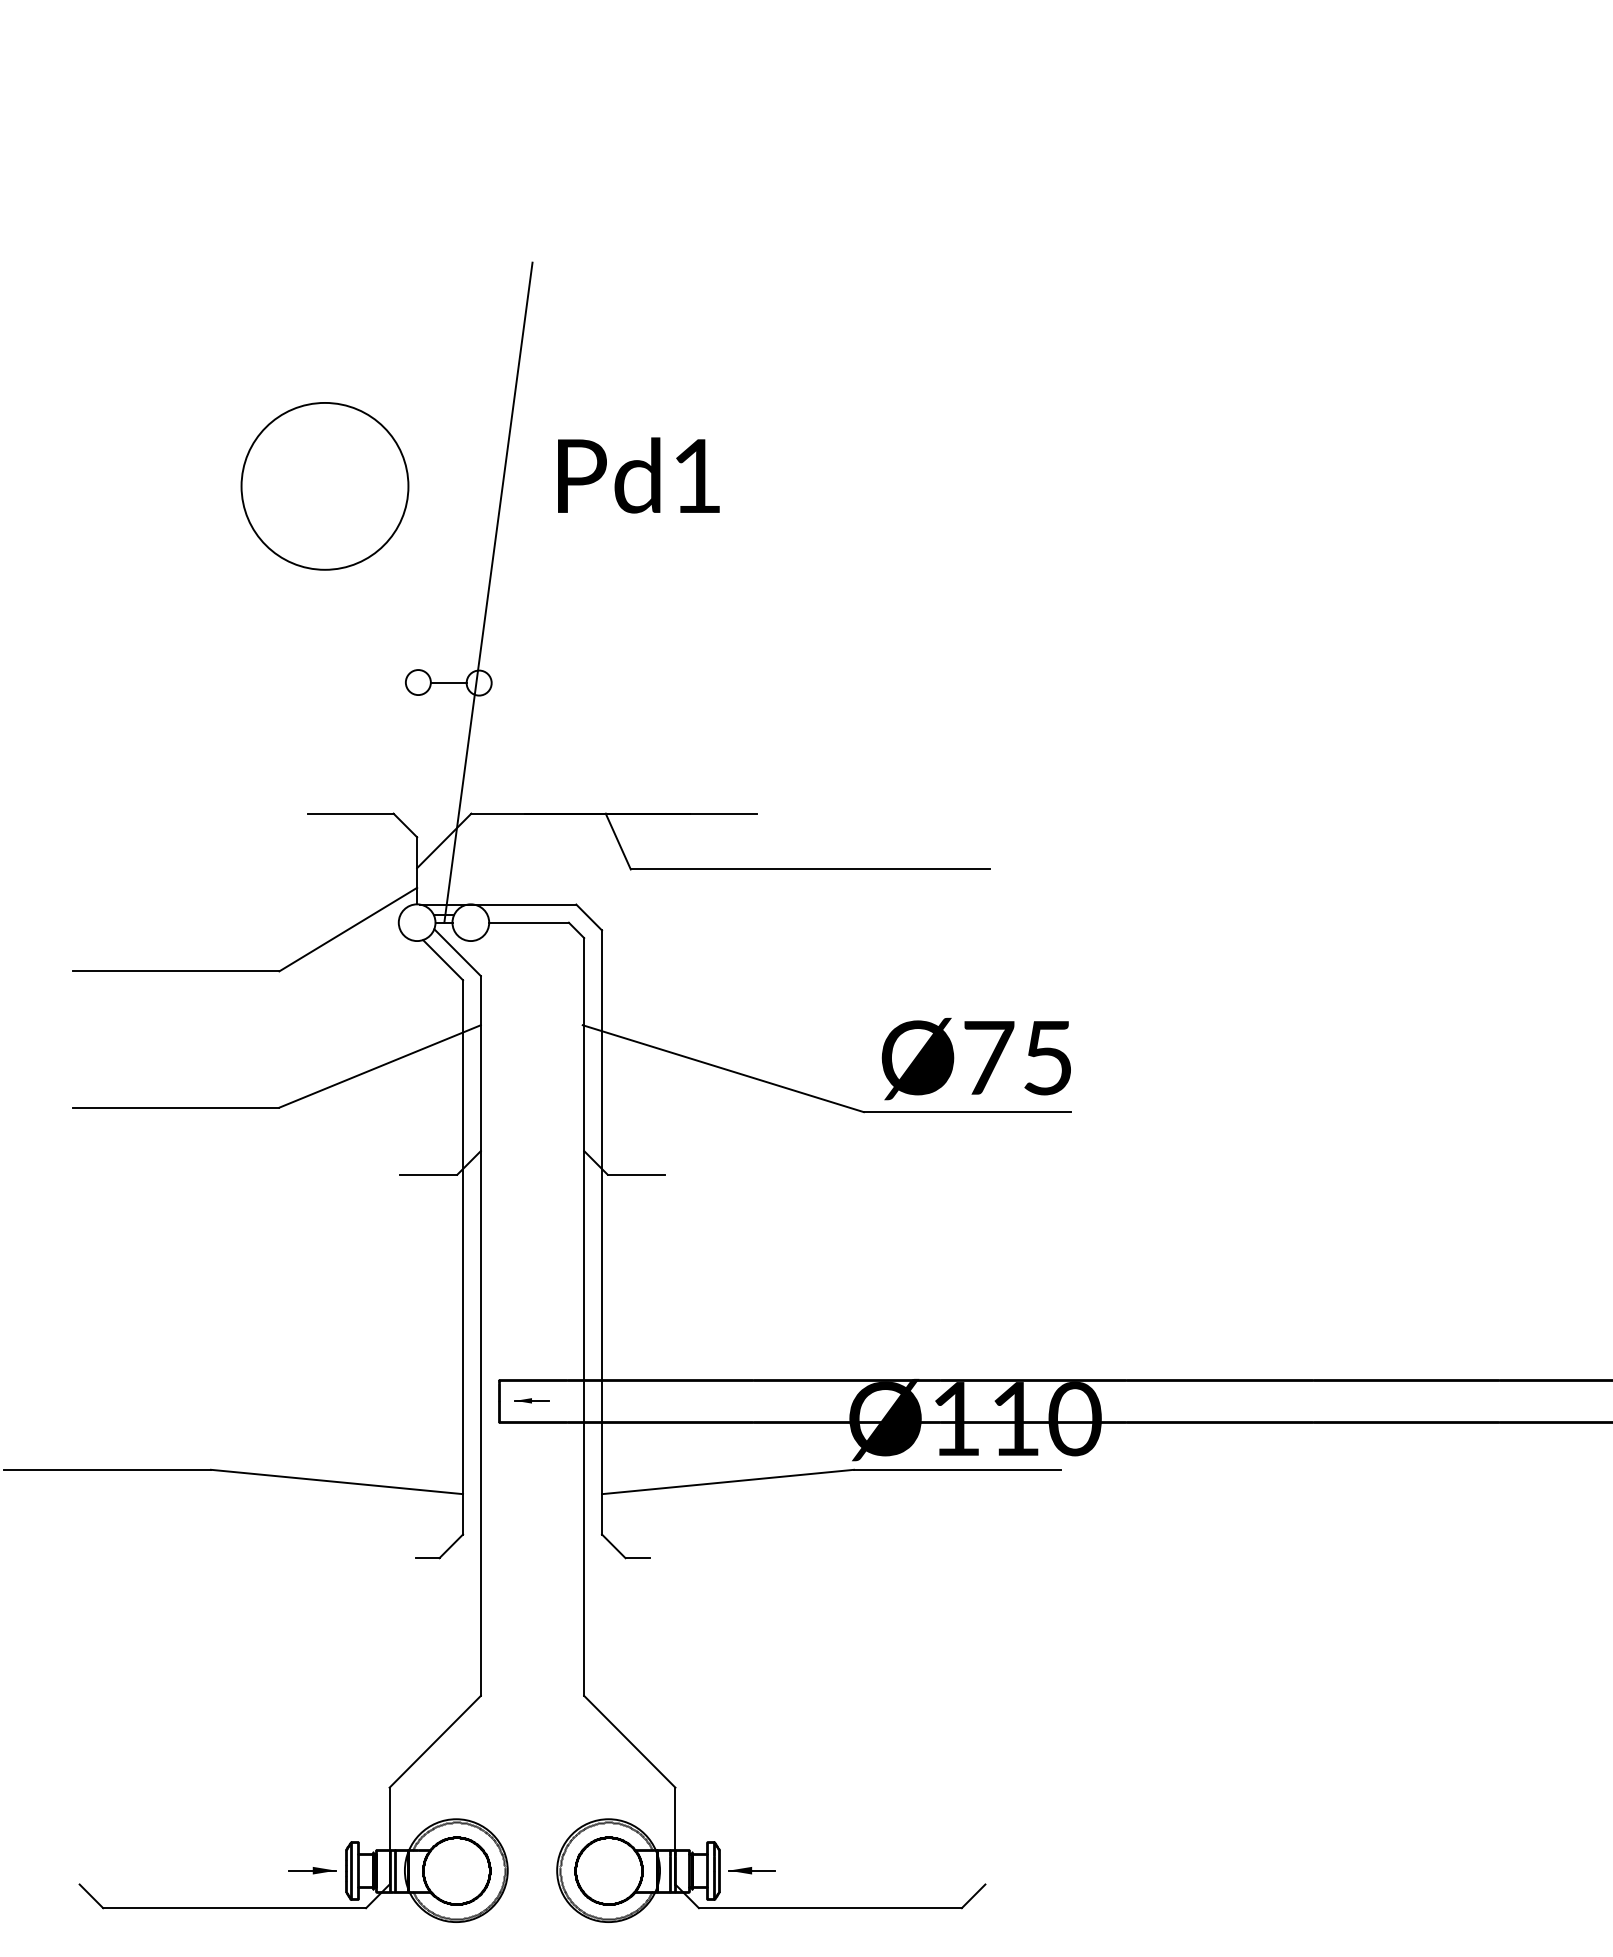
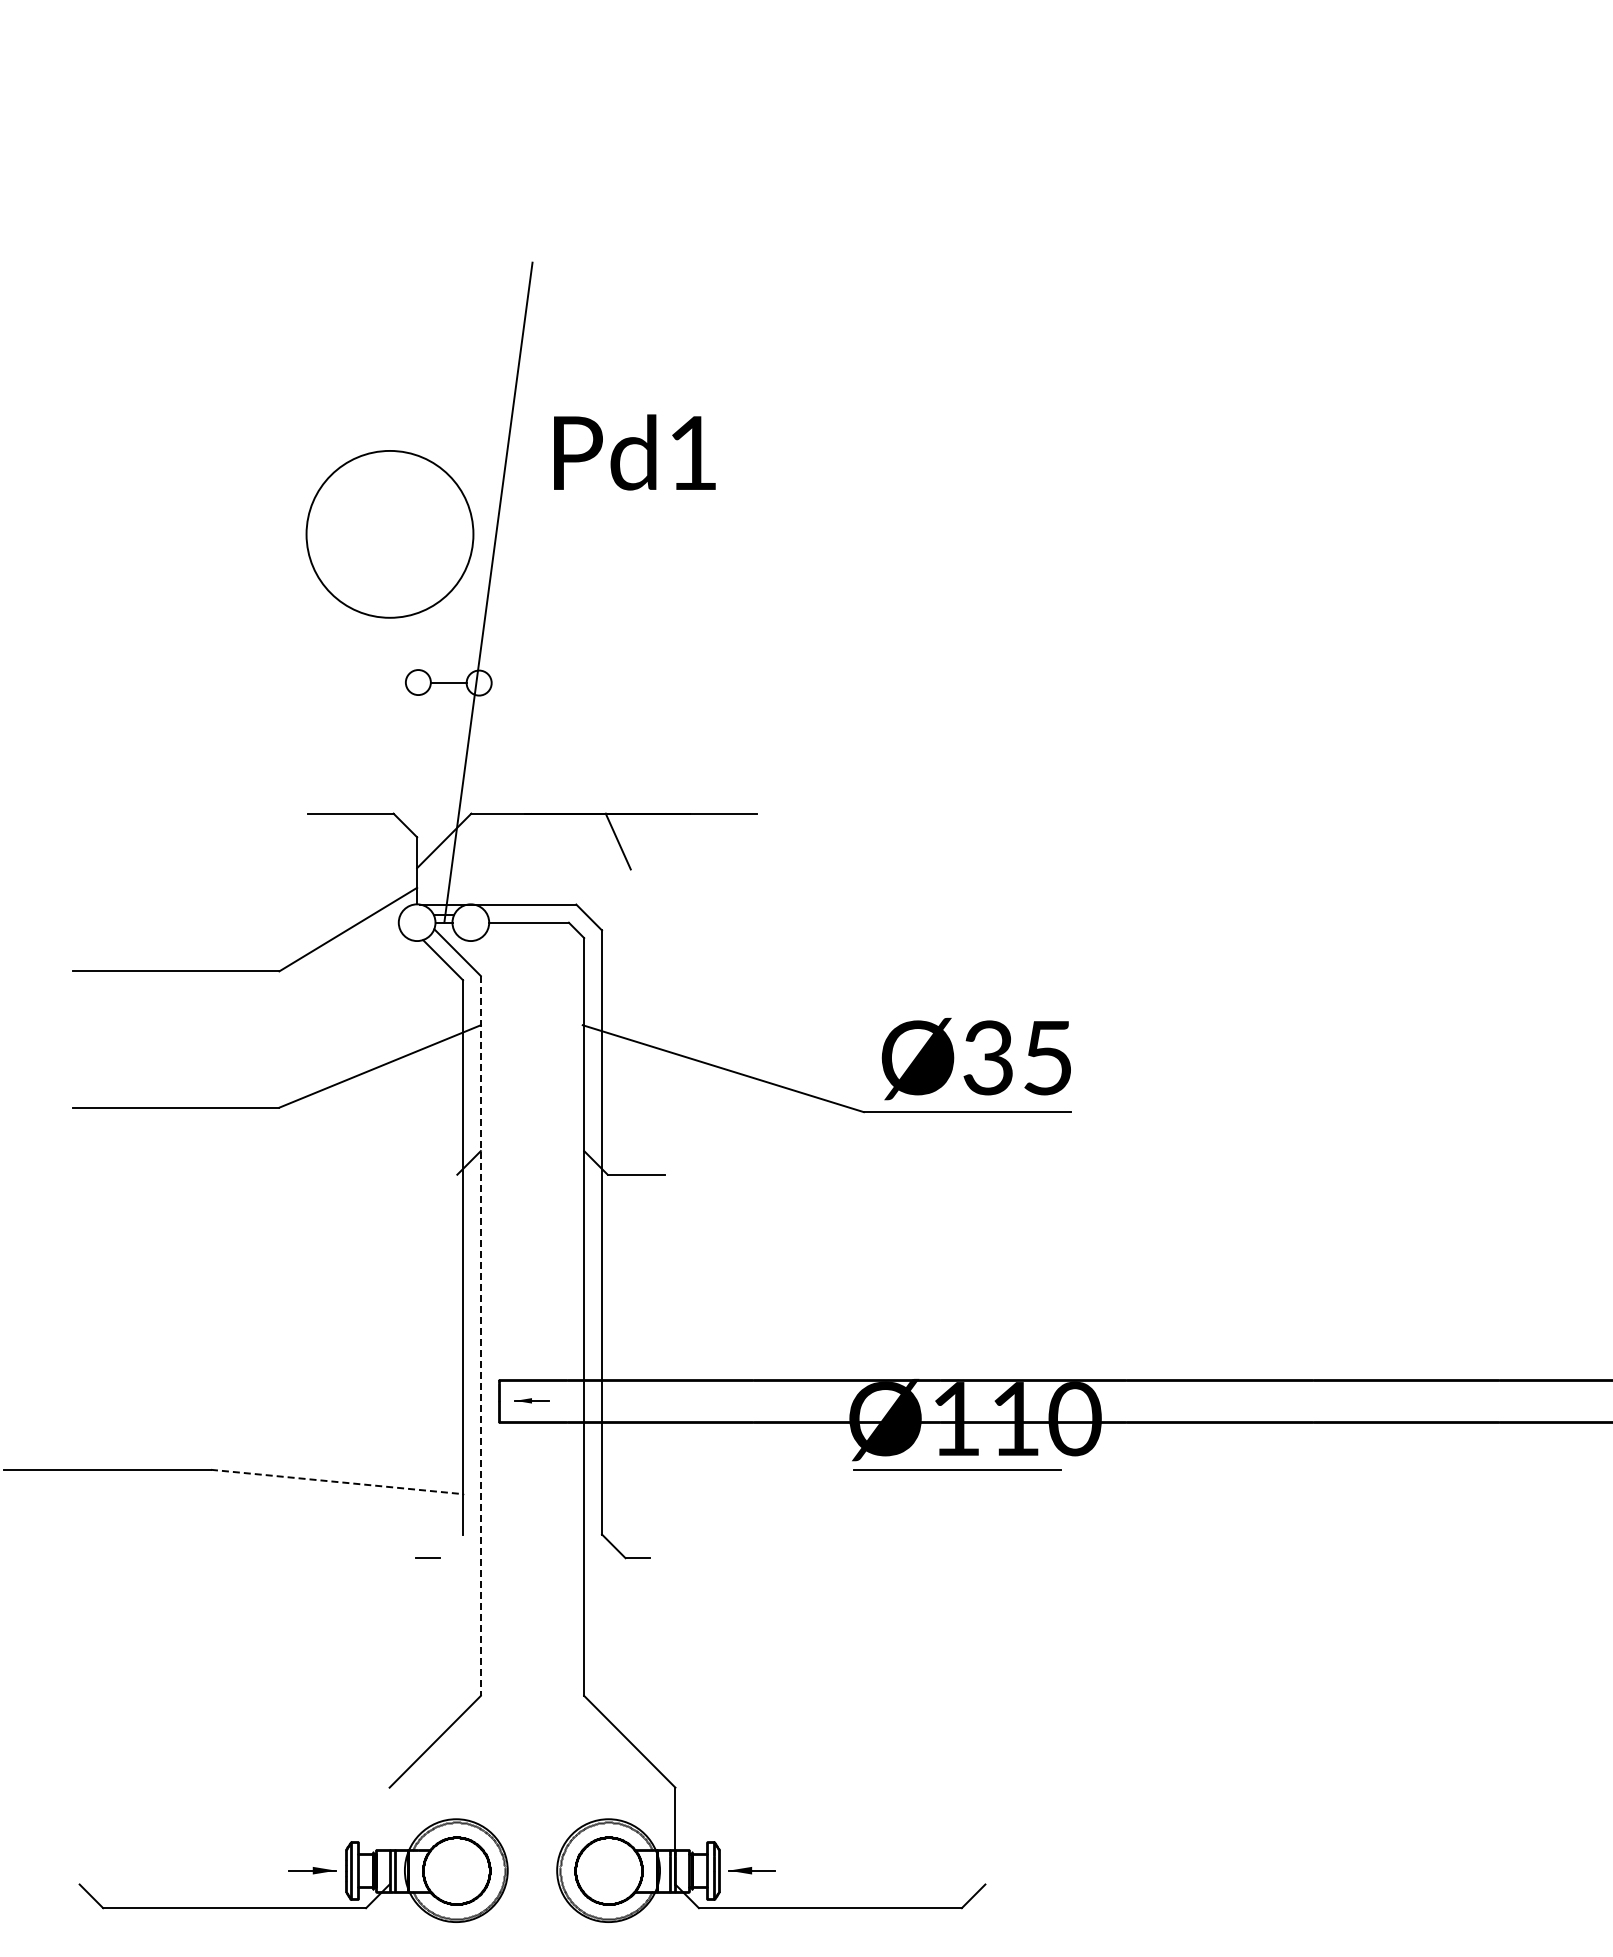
text at (638, 475) position: (638, 475) -> (634, 452)
circle at (324, 486) position: (324, 486) -> (389, 534)
line at (809, 869): present -> none
text at (988, 1057): Ø75 -> Ø35
line at (428, 1174): present -> none
line at (480, 1335): solid -> dashed
line at (337, 1481): solid -> dashed
line at (728, 1481): present -> none
line at (451, 1546): present -> none
line at (389, 1835): present -> none
